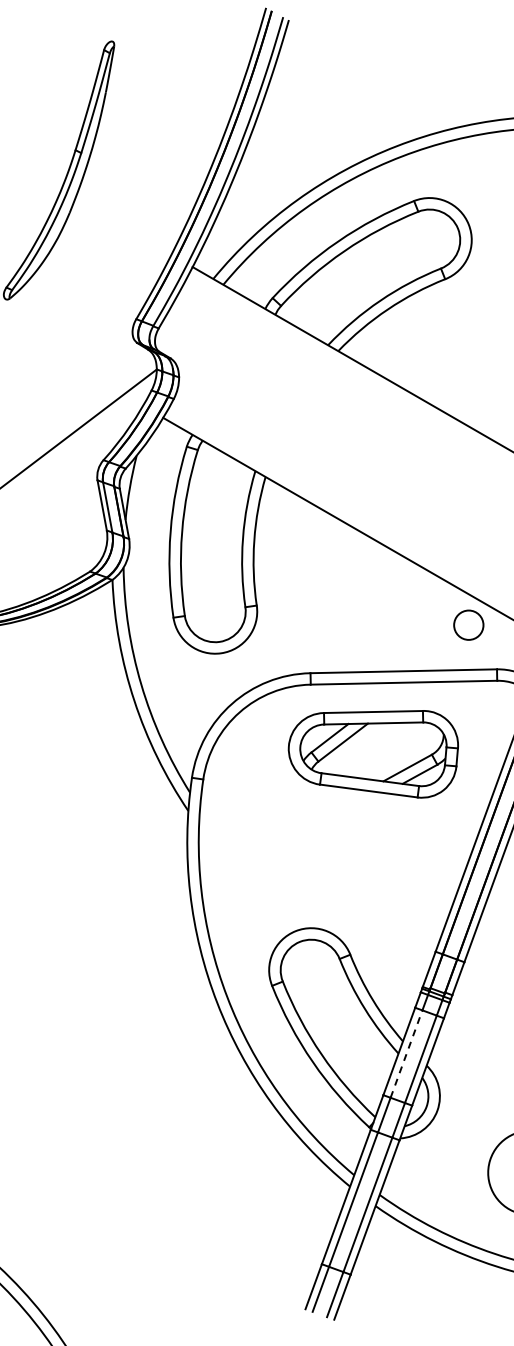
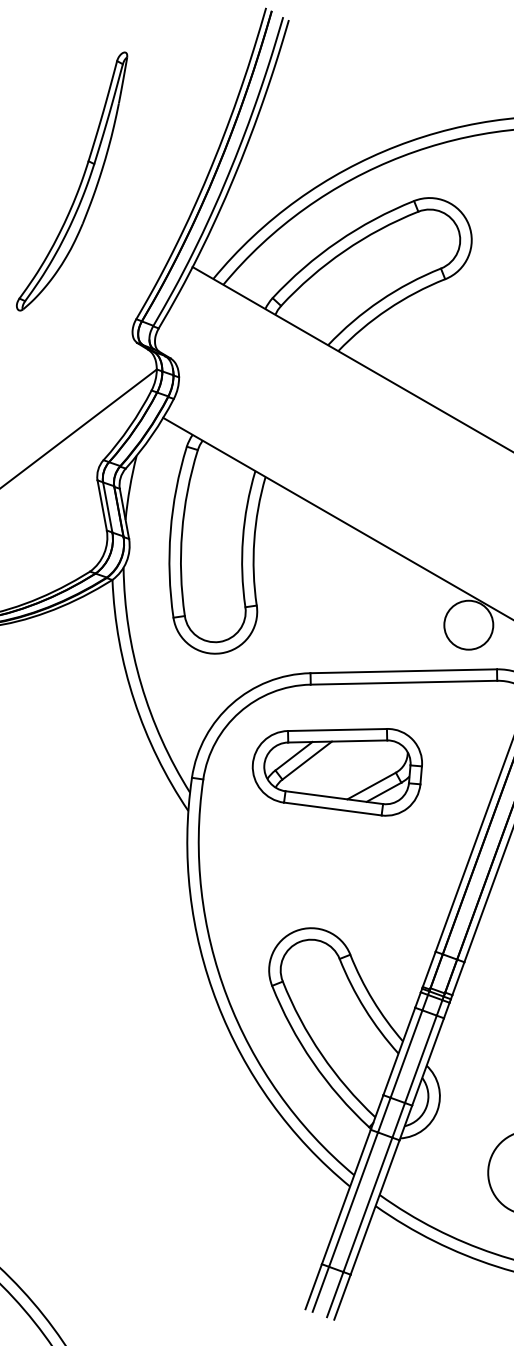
part at (66, 173) position: (66, 173) -> (79, 184)
circle at (468, 624) diameter: 29 px -> 49 px
part at (372, 754) position: (372, 754) -> (336, 772)
line at (406, 1054): dashed -> solid
